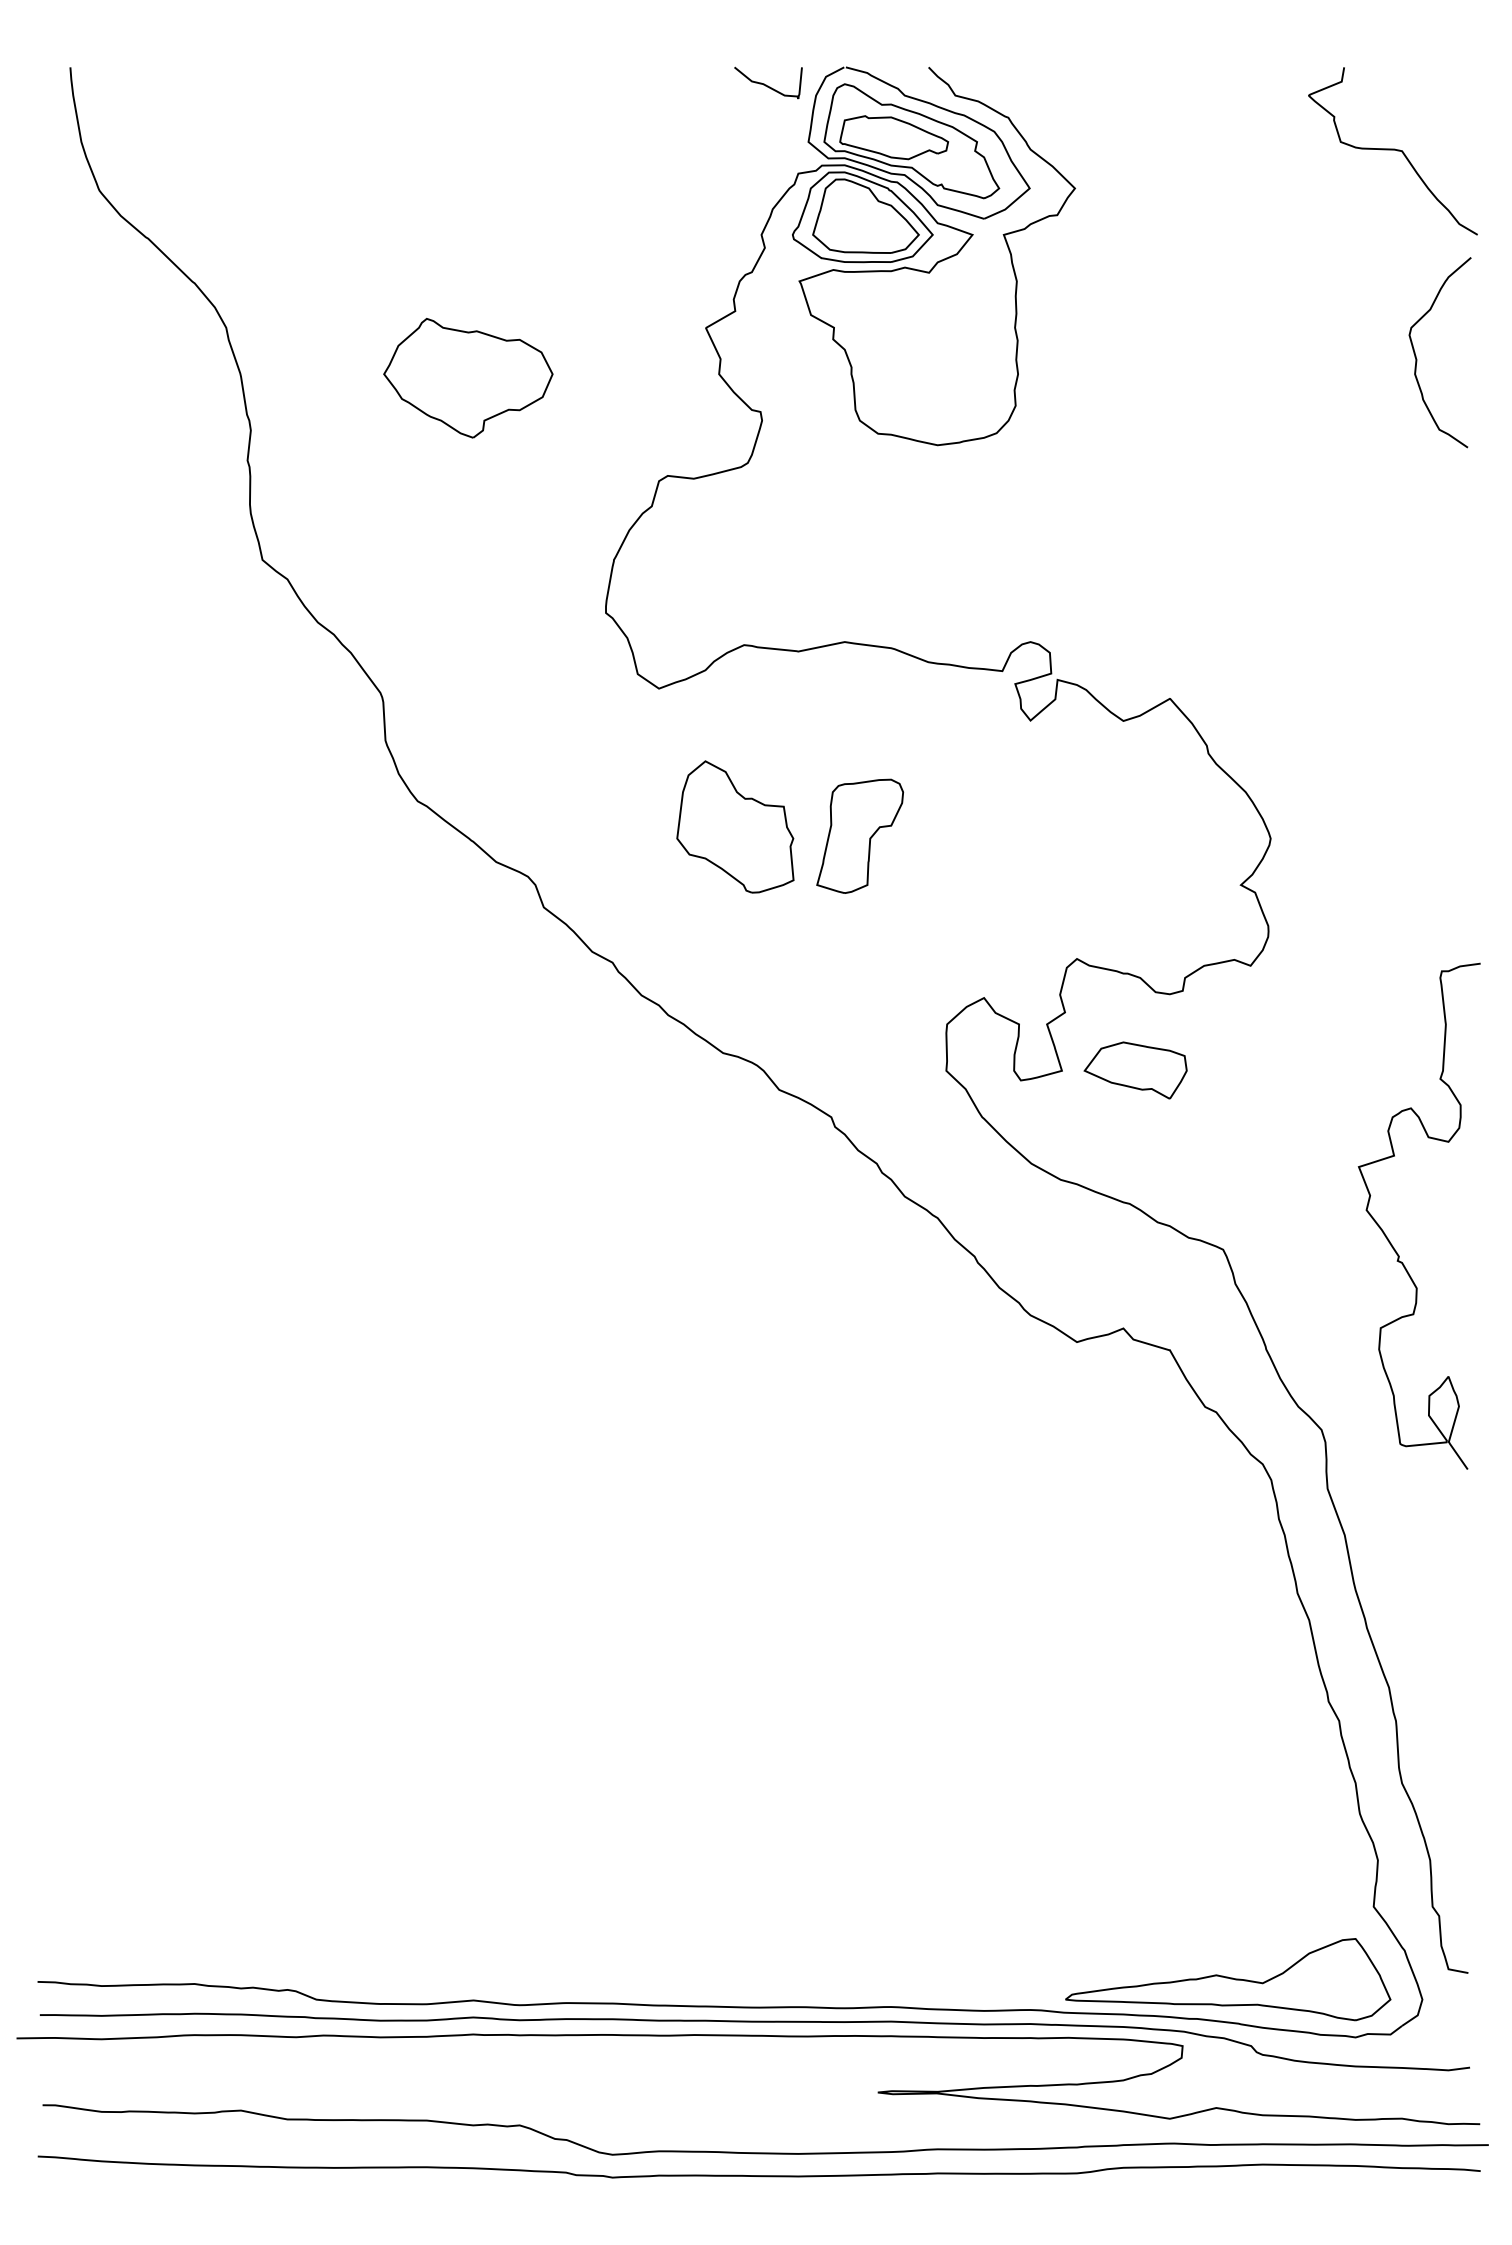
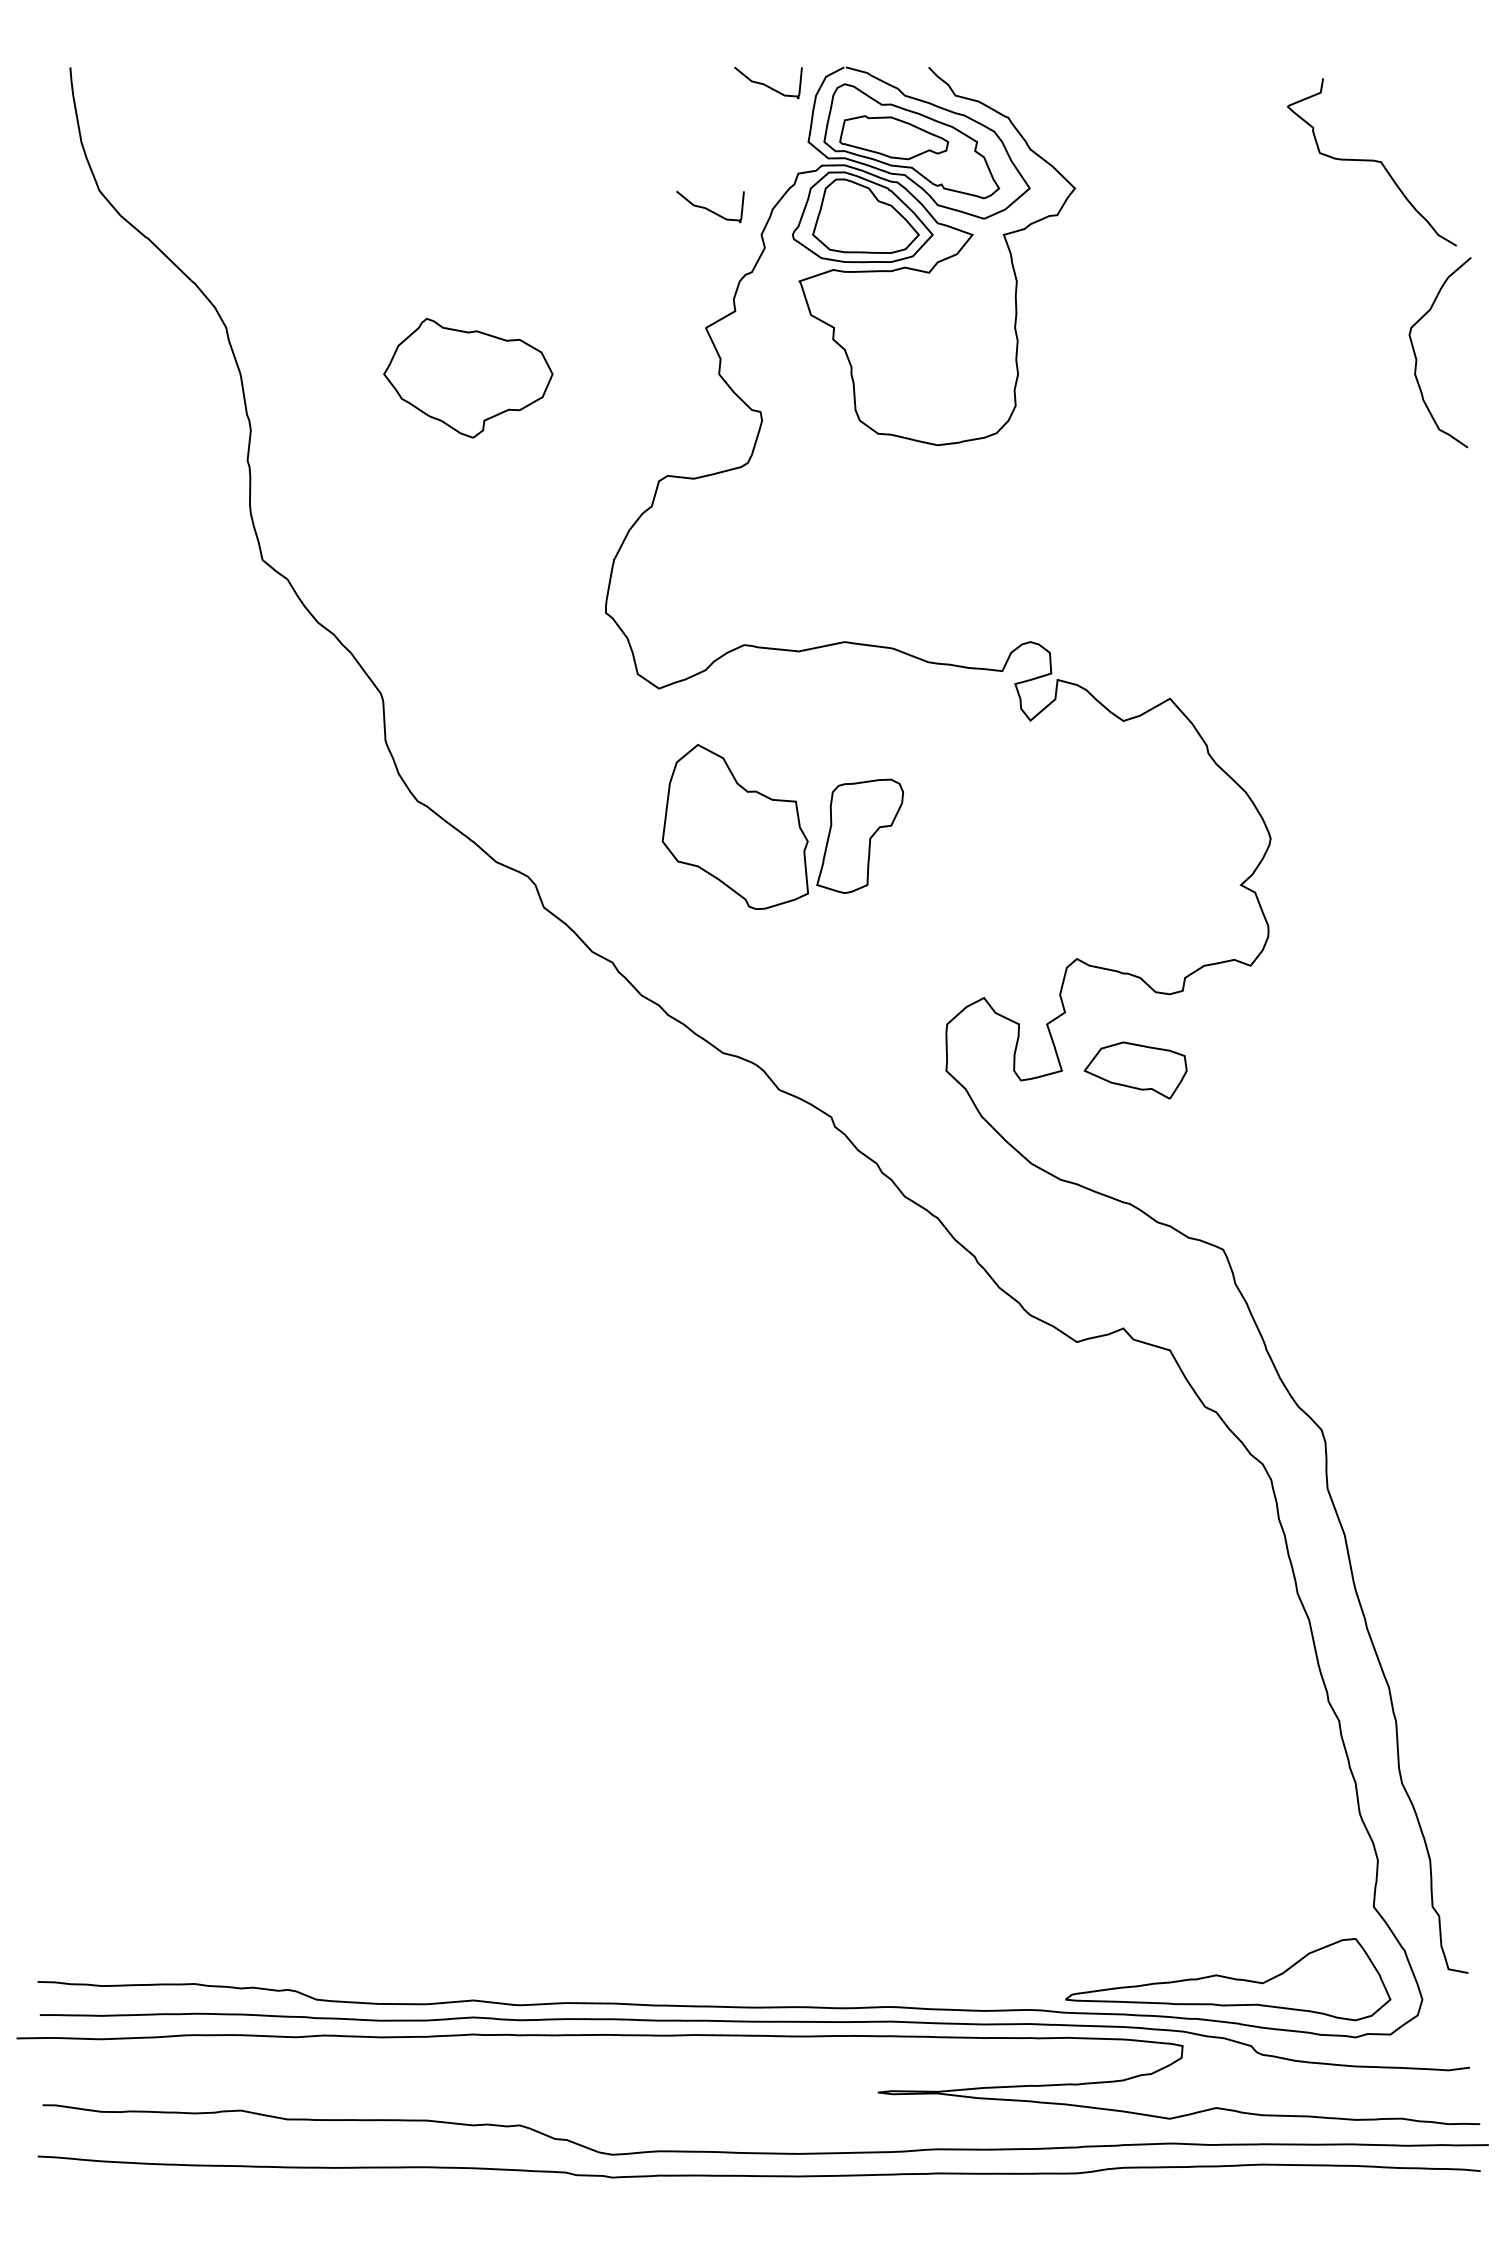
curve at (1392, 150) position: (1392, 150) -> (1371, 161)
curve at (708, 208): none -> present
part at (735, 826) size: 119x134 px -> 148x166 px
curve at (1387, 1236): present -> none
